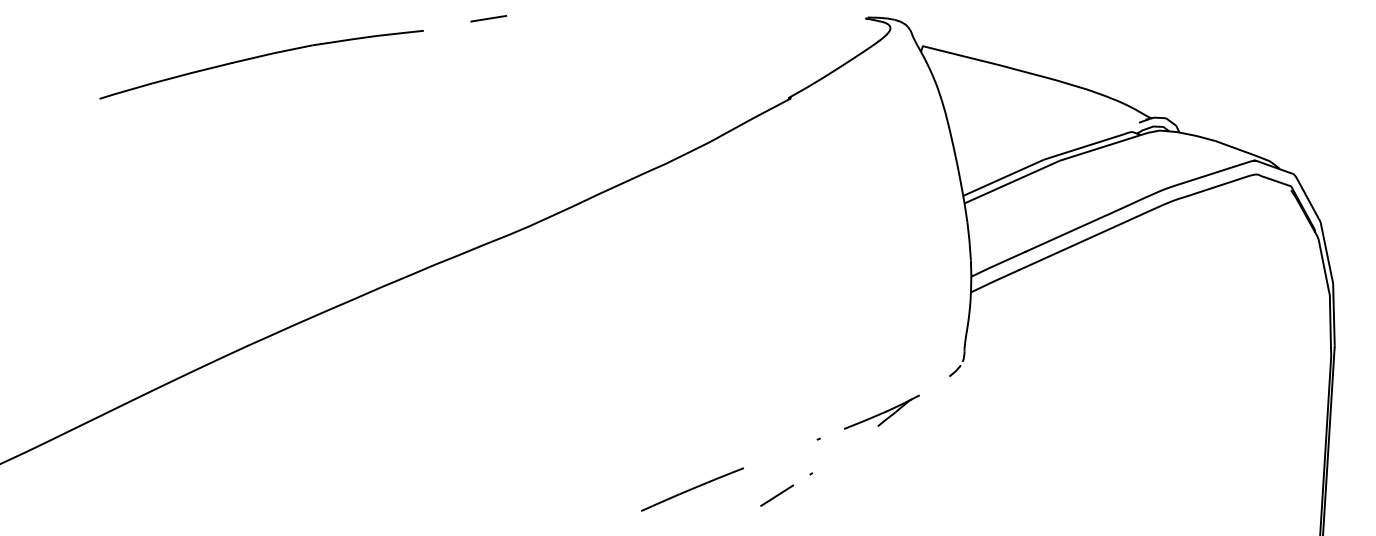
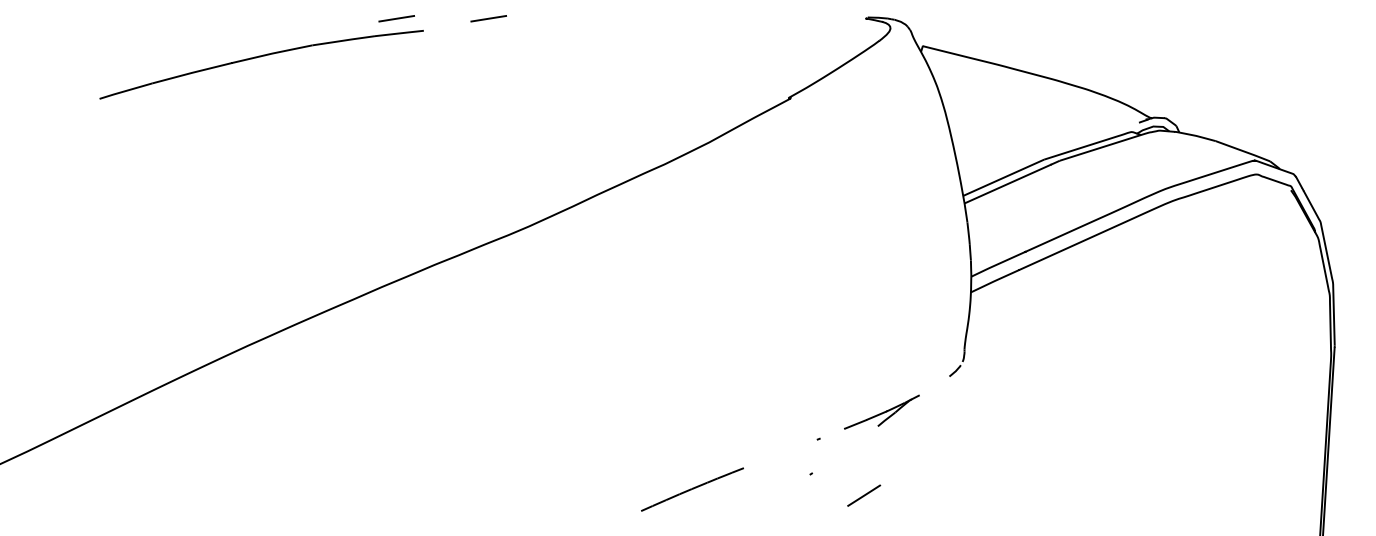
line at (396, 18): none -> present
line at (777, 495) position: (777, 495) -> (864, 495)
